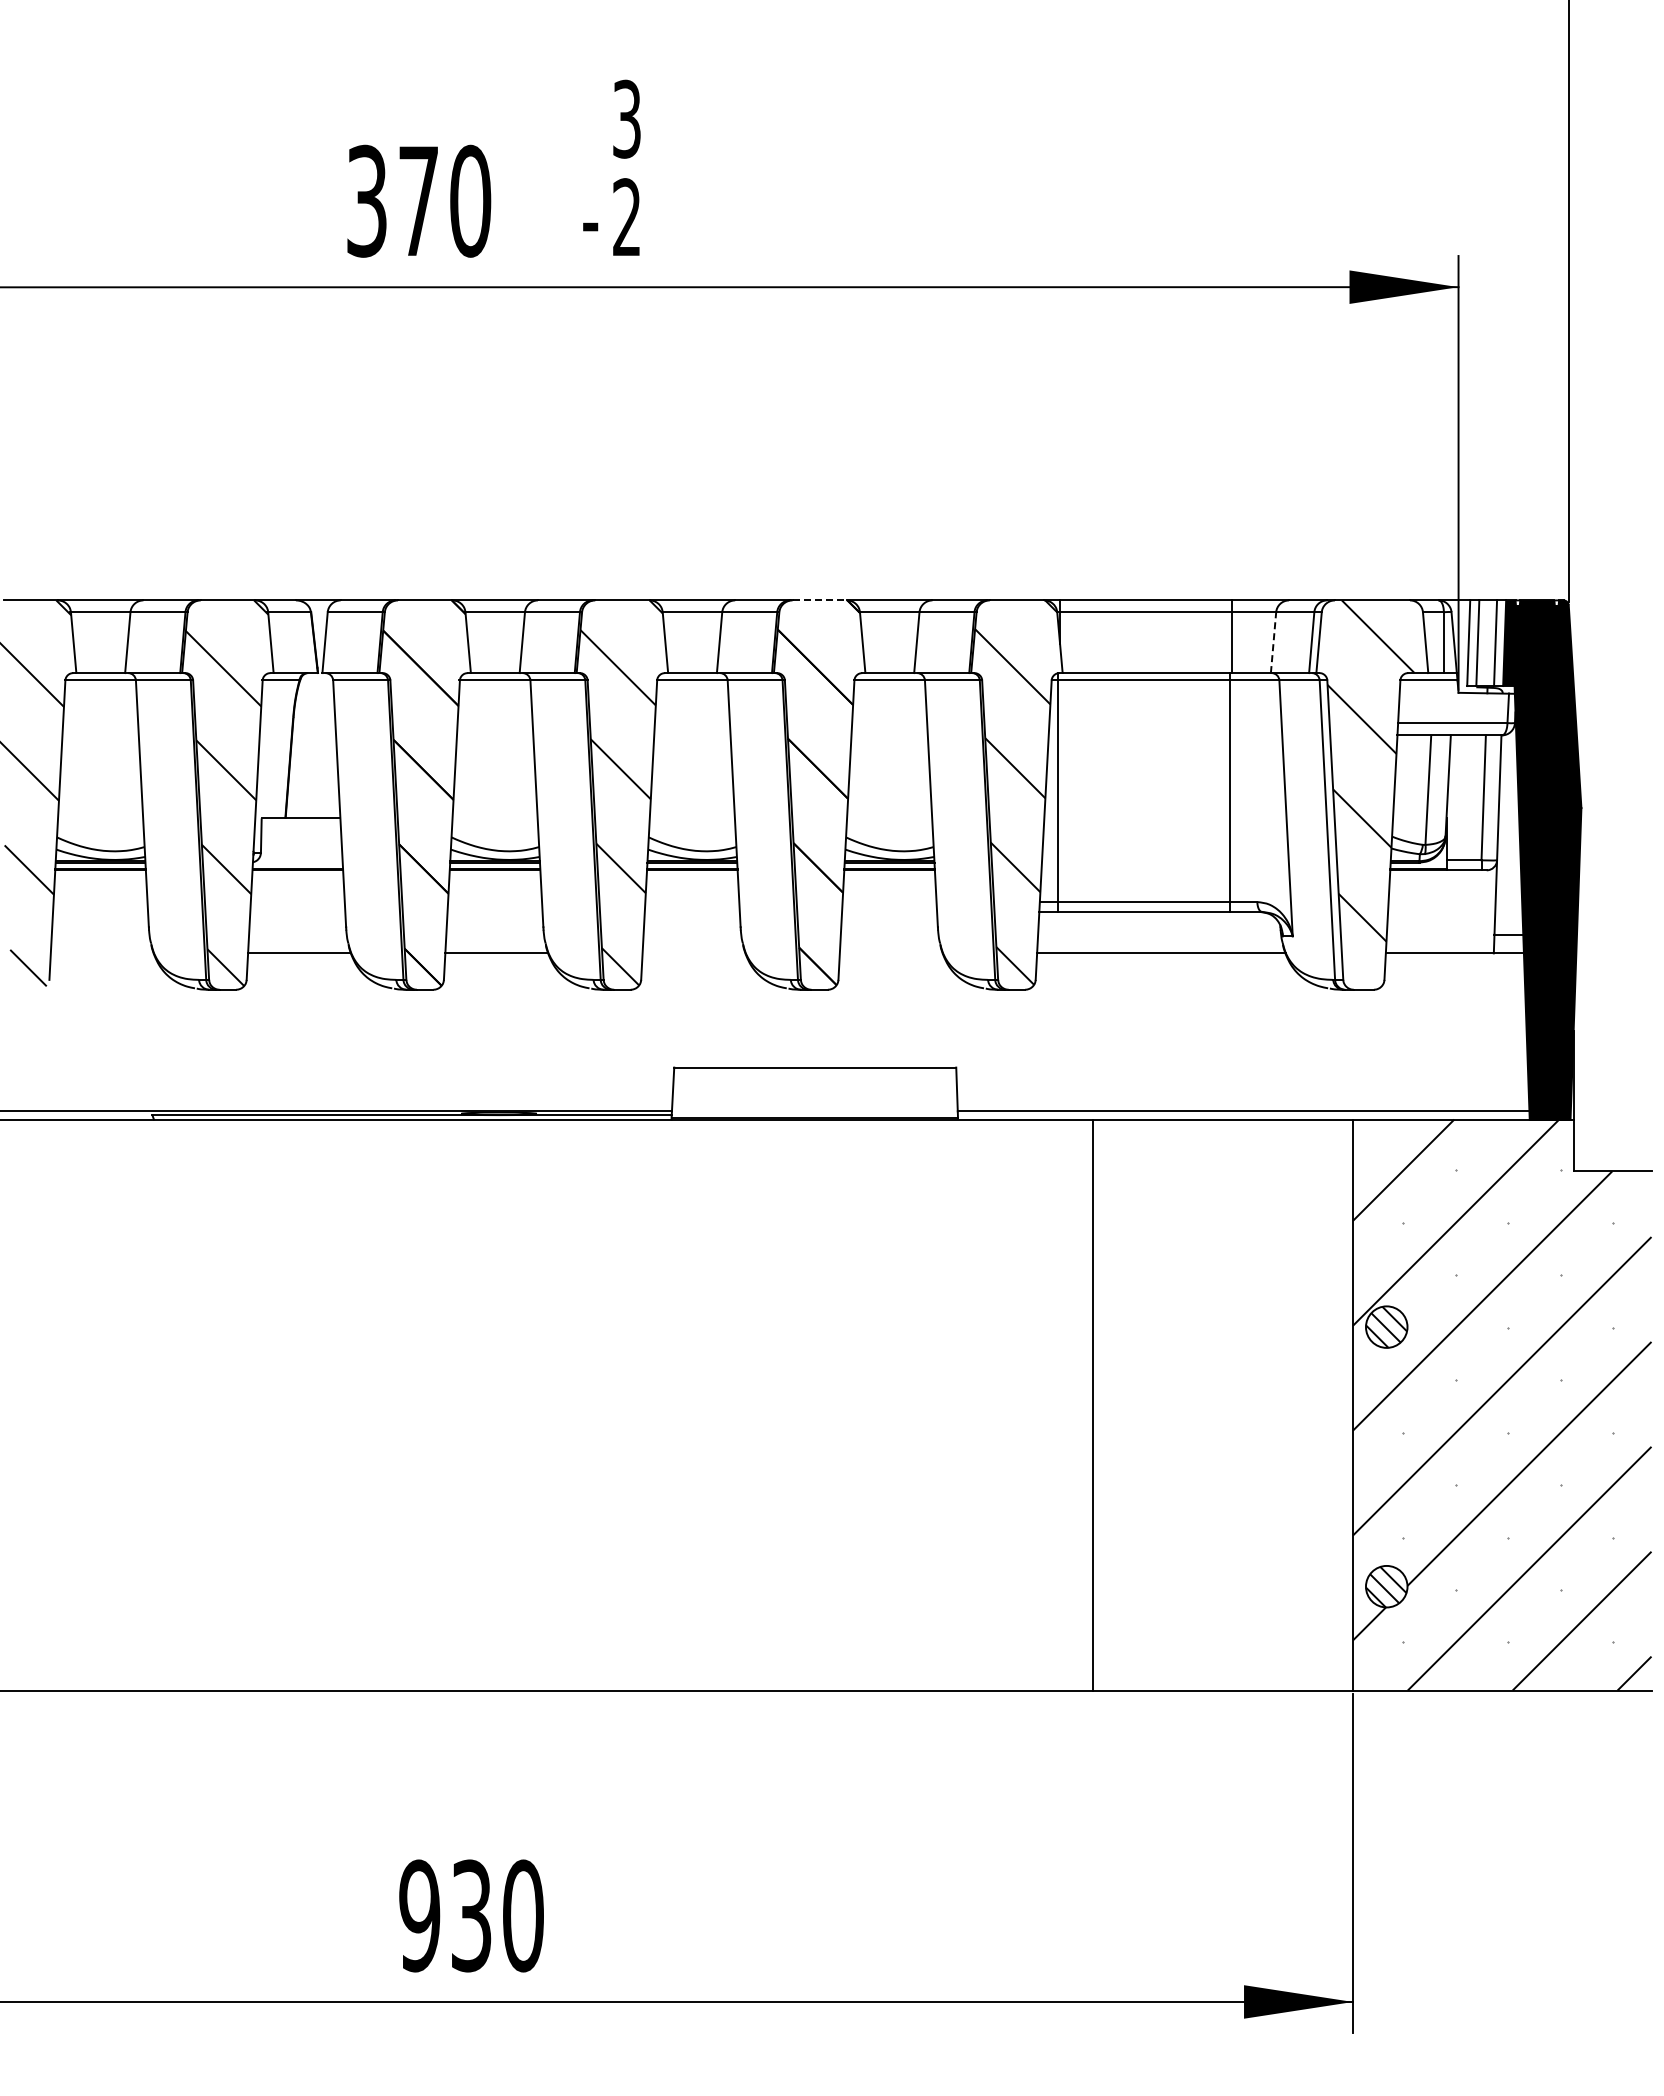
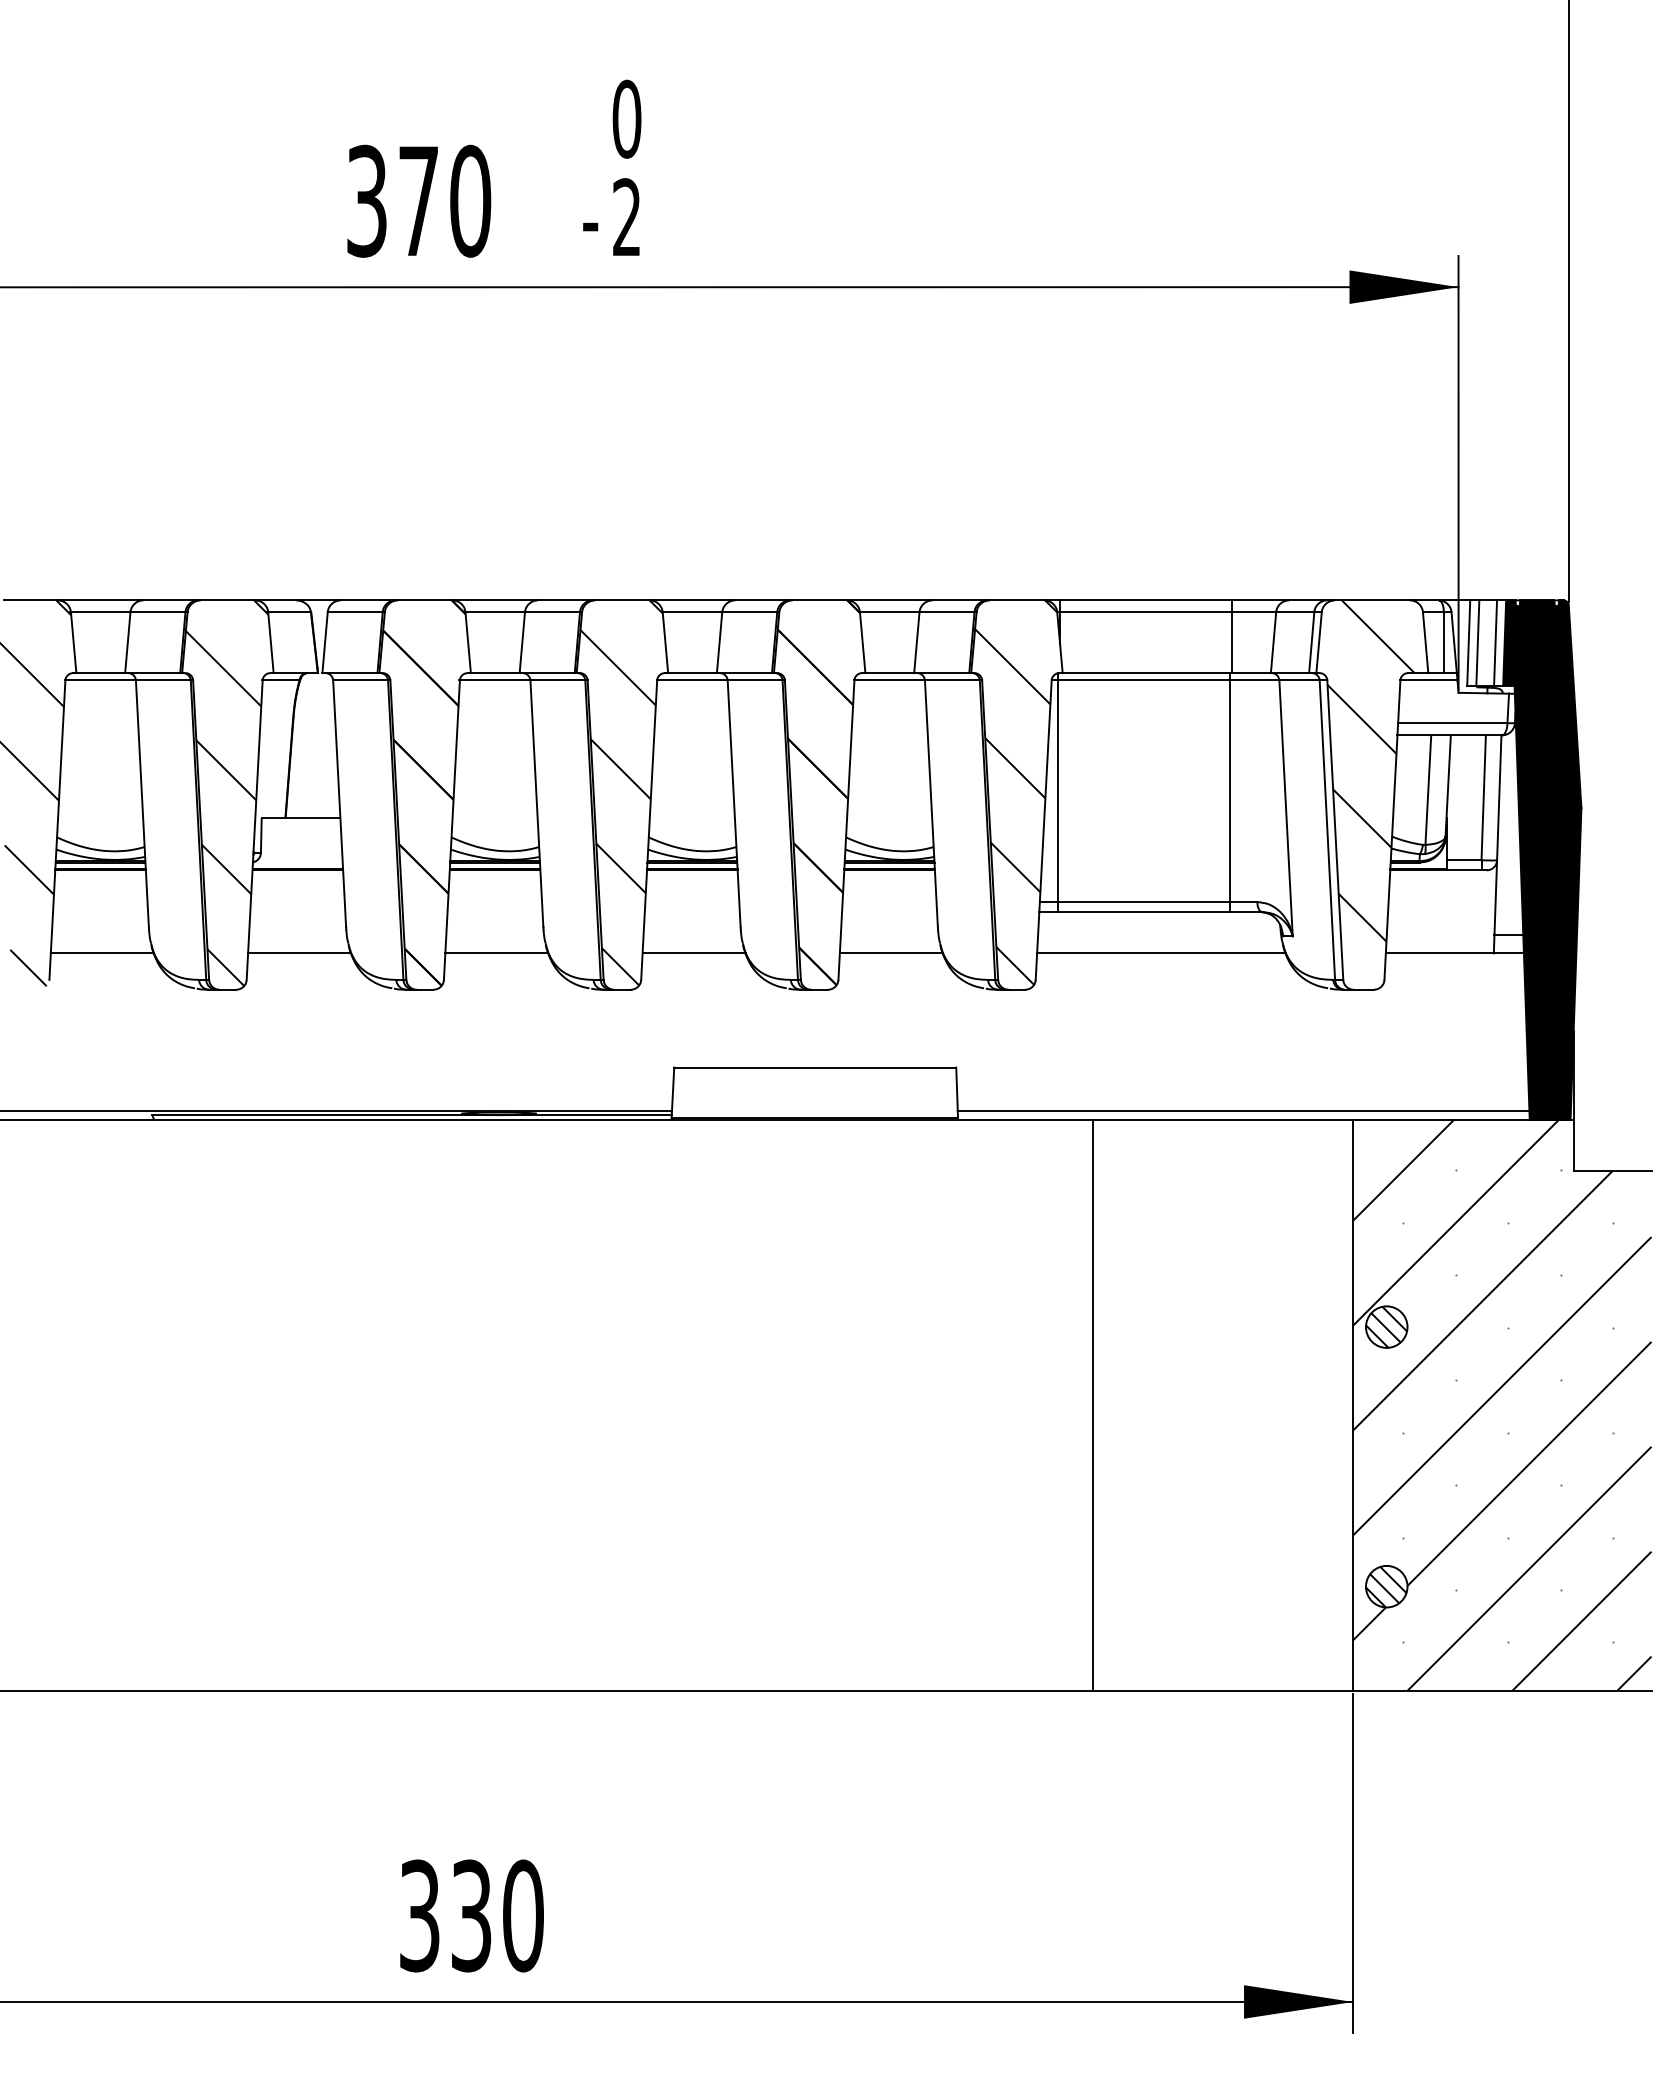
text at (626, 118): 3 -> 0
line at (820, 600): dashed -> solid
line at (1273, 642): dashed -> solid
line at (101, 953): none -> present
line at (693, 953): none -> present
line at (890, 953): none -> present
text at (419, 1915): 930 -> 330
